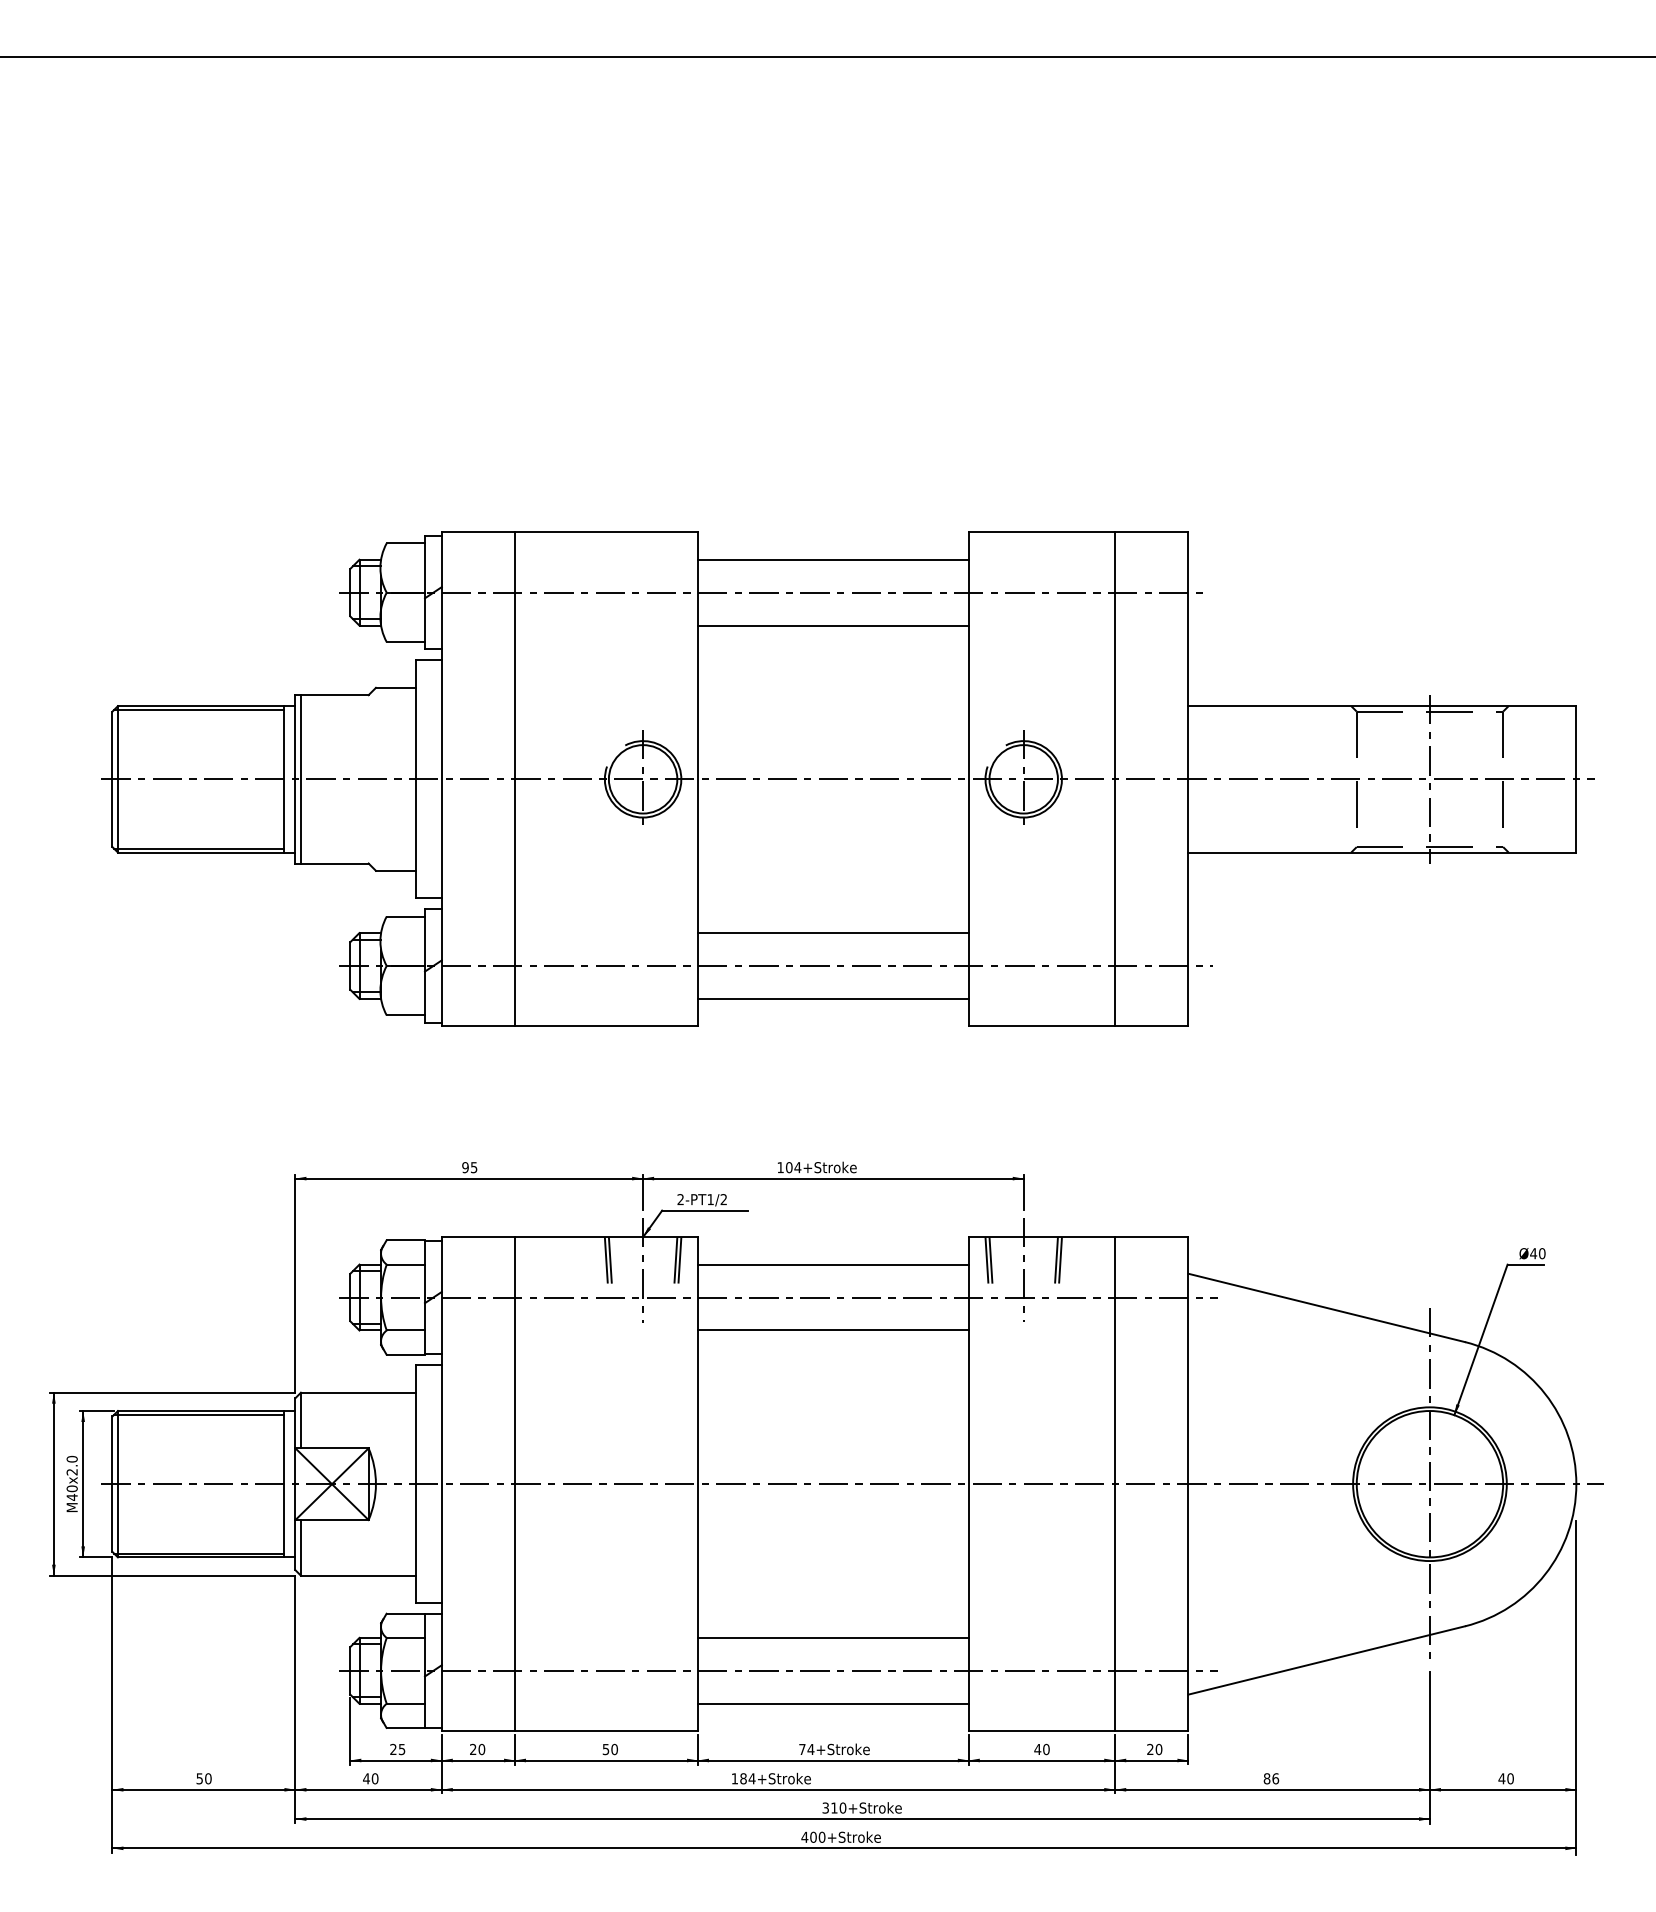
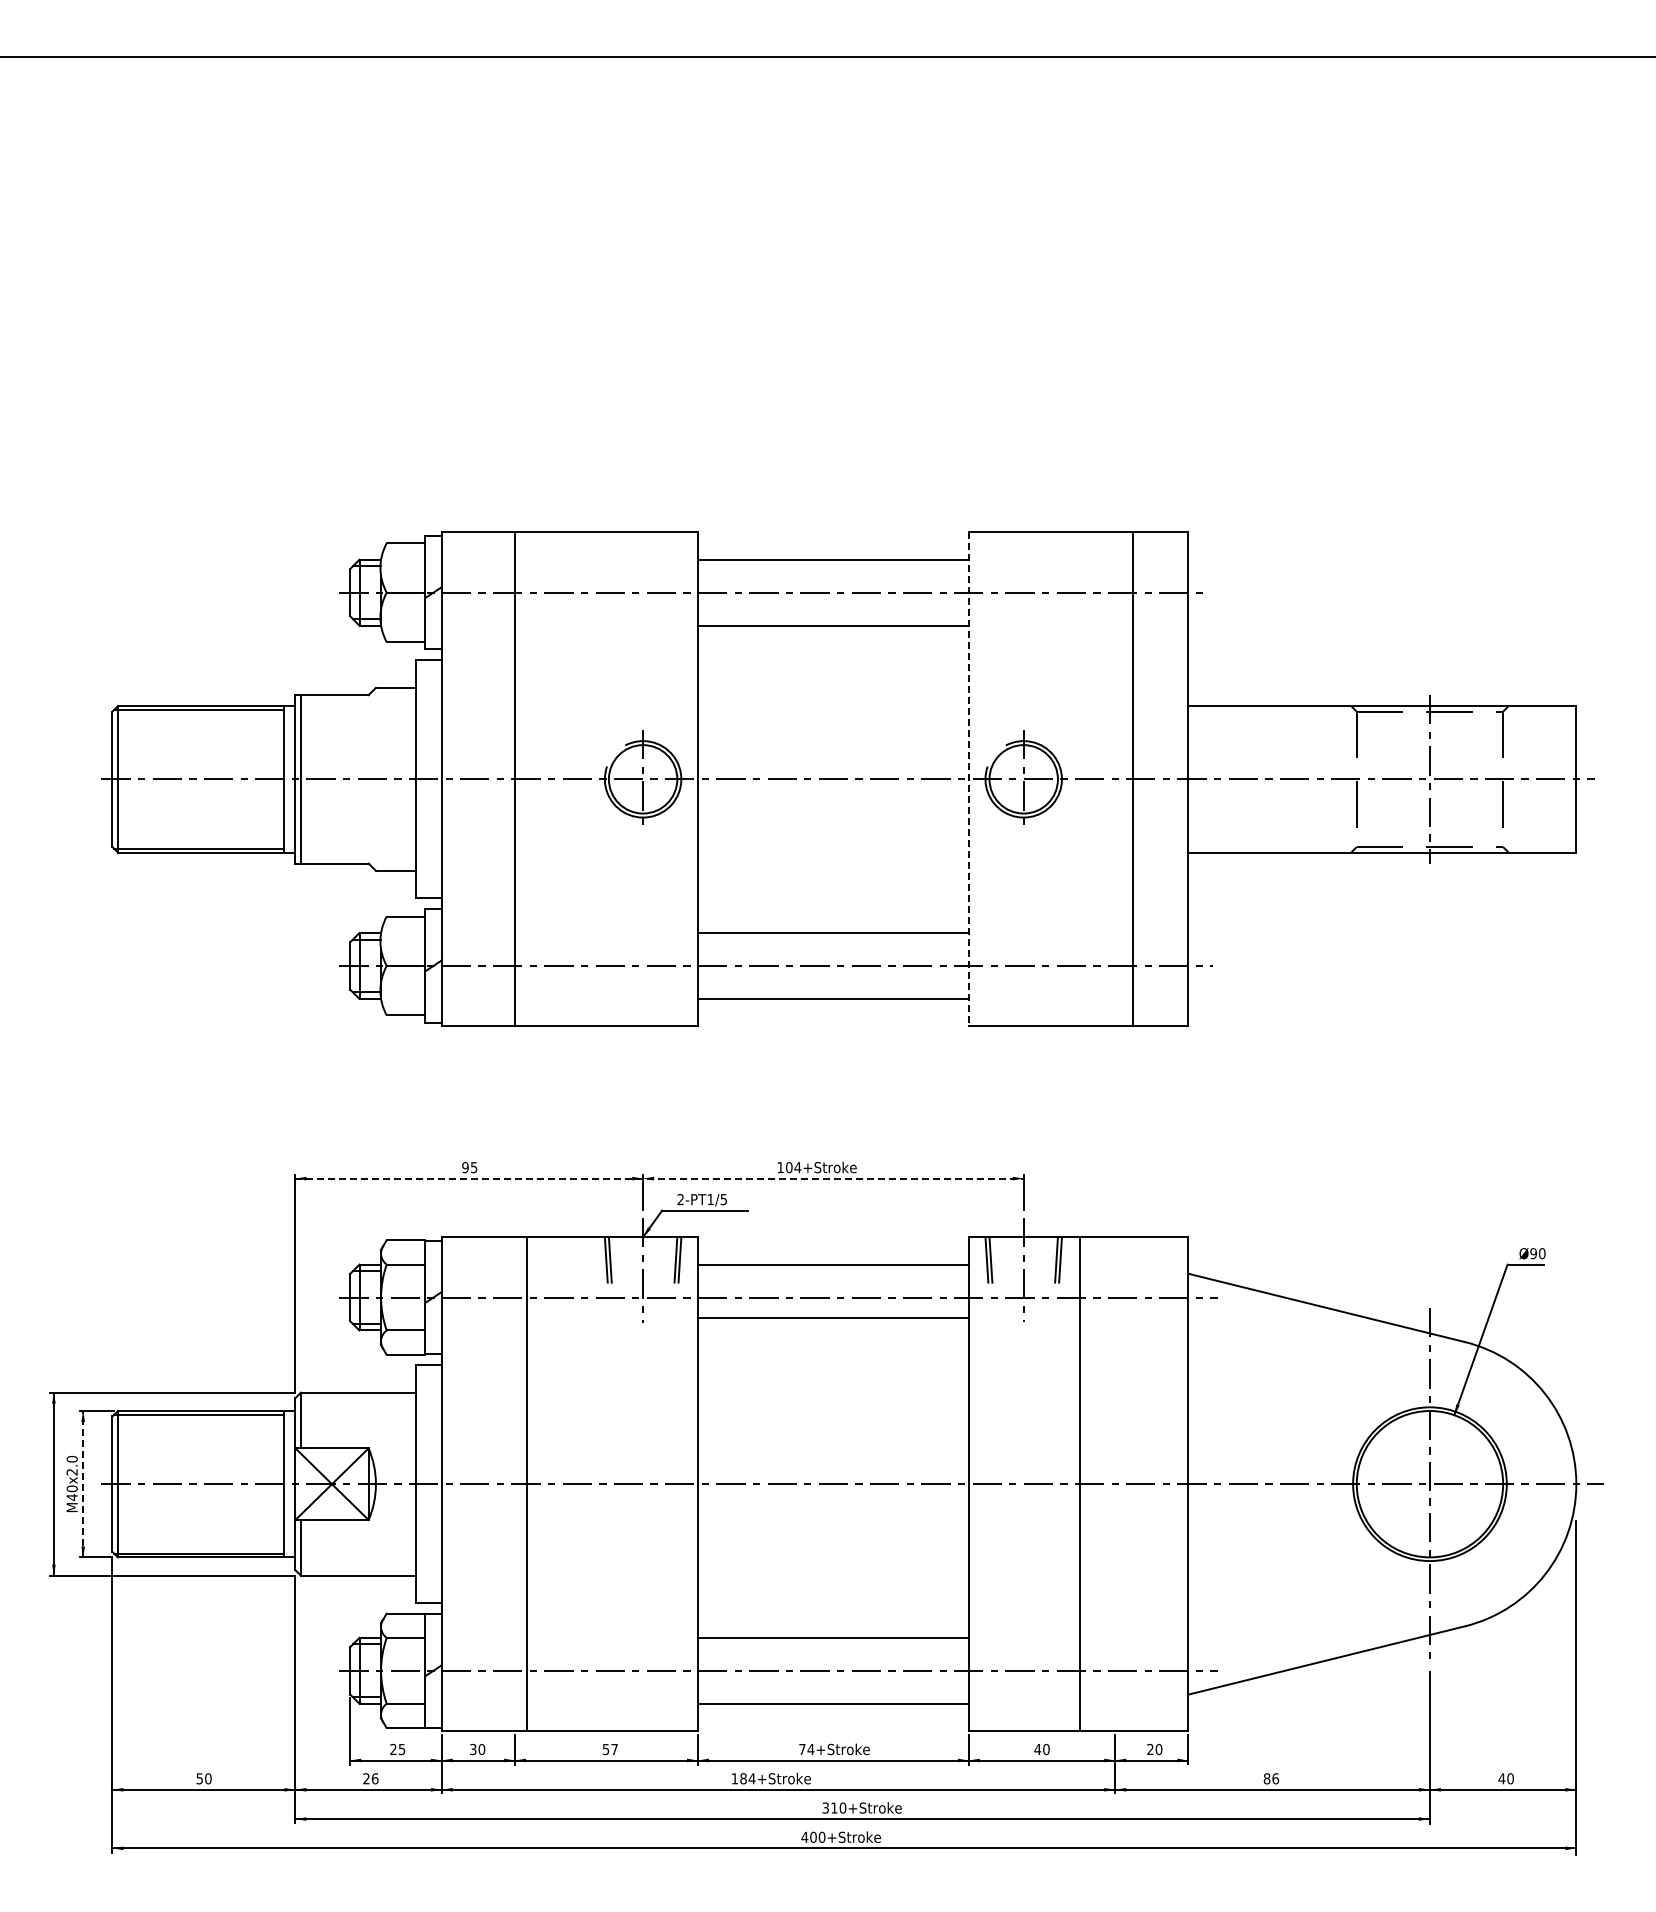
line at (968, 779): solid -> dashed
line at (1115, 779) position: (1115, 779) -> (1133, 779)
line at (660, 1178): solid -> dashed
text at (723, 1199): 2-PT1/2 -> 2-PT1/5
text at (1533, 1253): Ø40 -> Ø90
line at (833, 1330) position: (833, 1330) -> (833, 1318)
line at (83, 1483): solid -> dashed
line at (515, 1484) position: (515, 1484) -> (527, 1484)
line at (1115, 1484) position: (1115, 1484) -> (1080, 1484)
text at (473, 1749): 20 -> 30
text at (614, 1749): 50 -> 57
text at (370, 1778): 40 -> 26
